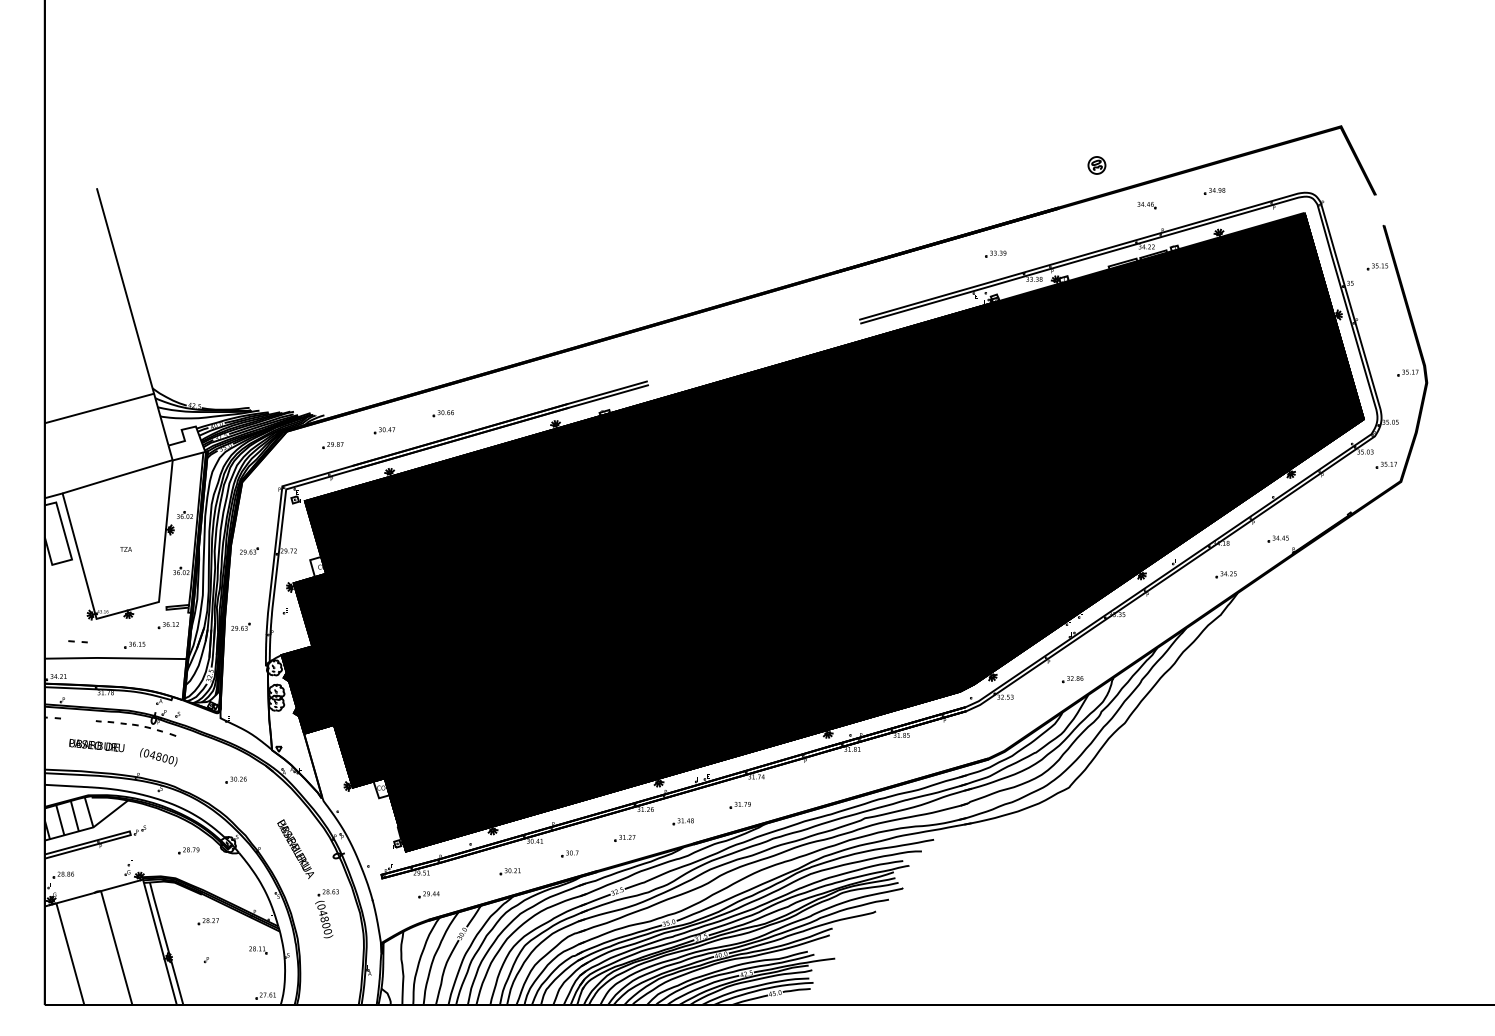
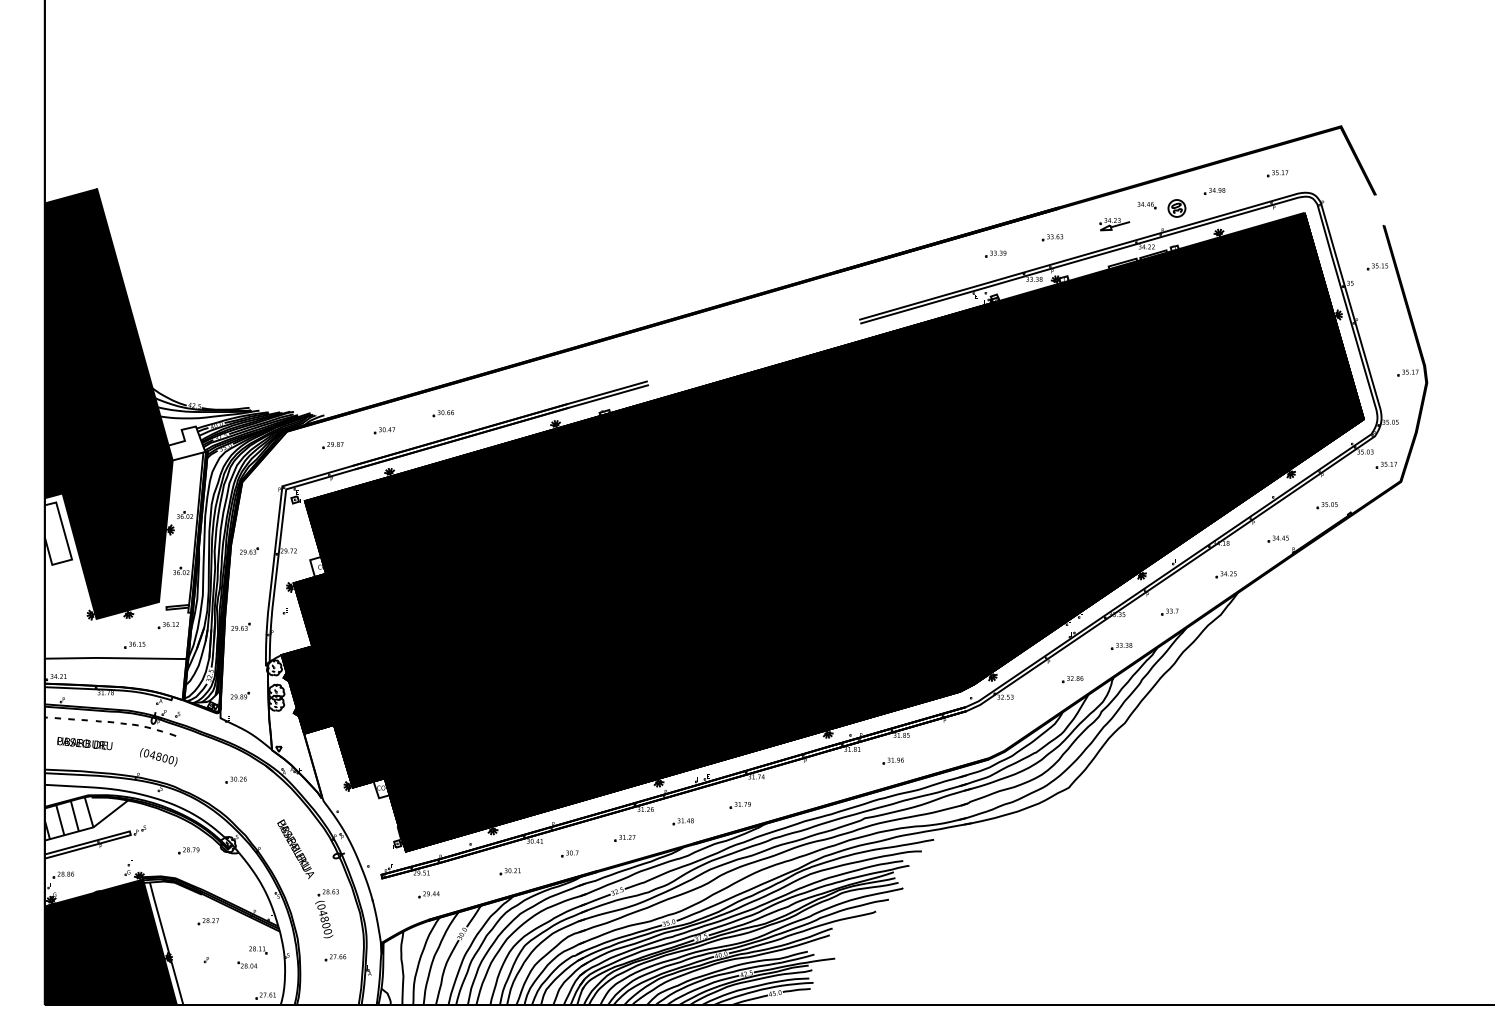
part at (1096, 165) position: (1096, 165) -> (1176, 208)
part at (1277, 173): none -> present
part at (1114, 224): none -> present
part at (1052, 237): none -> present
fill at (108, 403): none -> present
part at (1326, 505): none -> present
part at (1169, 611): none -> present
part at (77, 641) position: (77, 641) -> (77, 719)
part at (1121, 646): none -> present
part at (240, 695): none -> present
text at (96, 745) position: (96, 745) -> (84, 743)
part at (892, 760): none -> present
fill at (110, 941): none -> present
part at (335, 957): none -> present
part at (246, 964): none -> present
